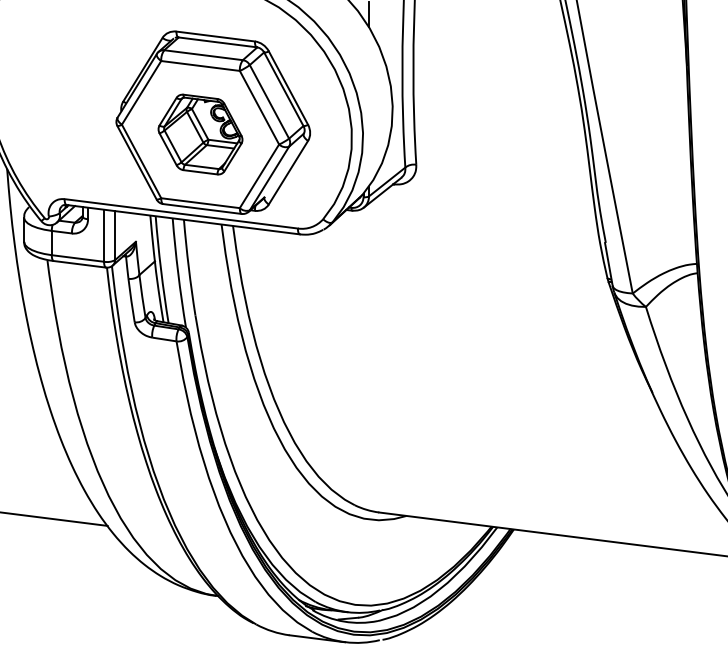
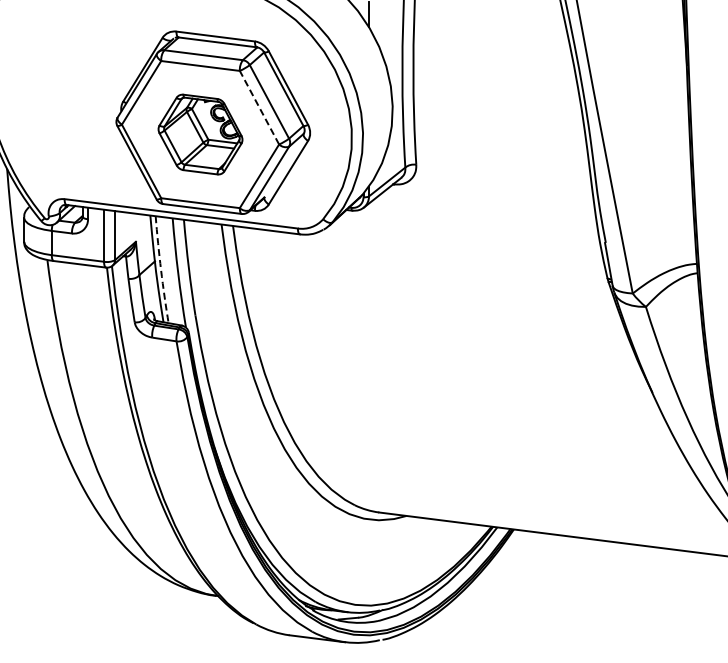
line at (259, 107): solid -> dashed
arc at (161, 270): solid -> dashed
line at (54, 518): present -> none
